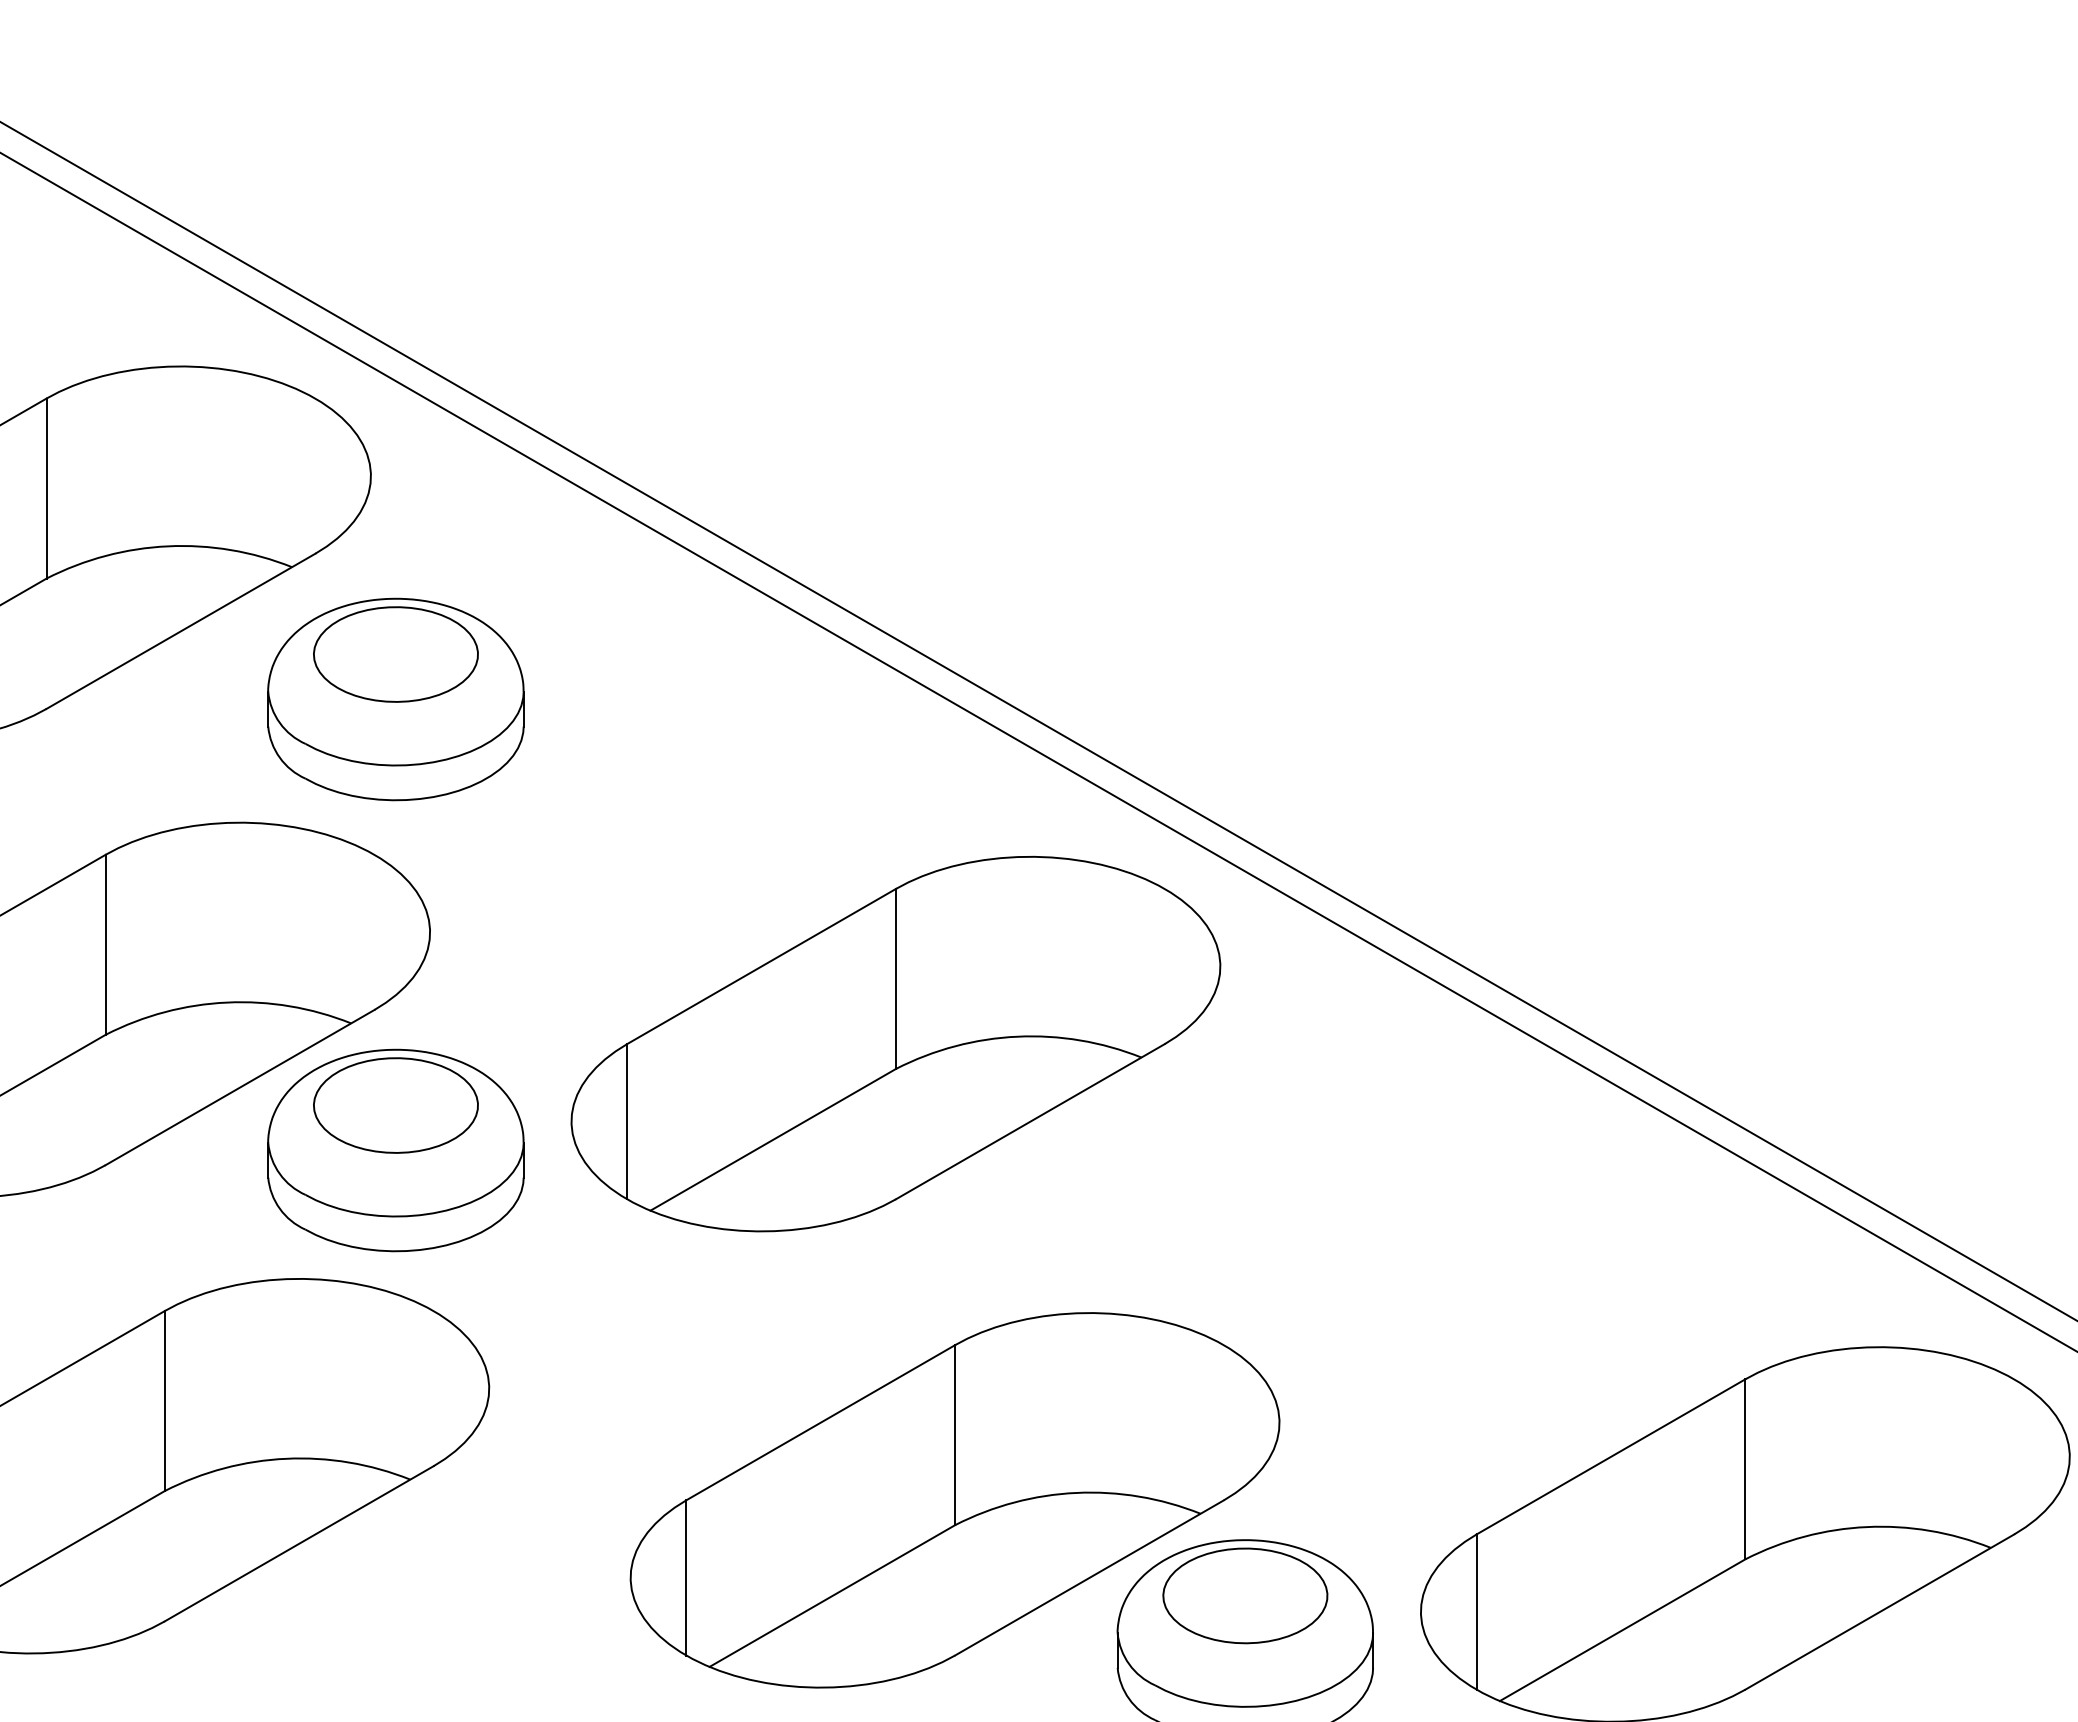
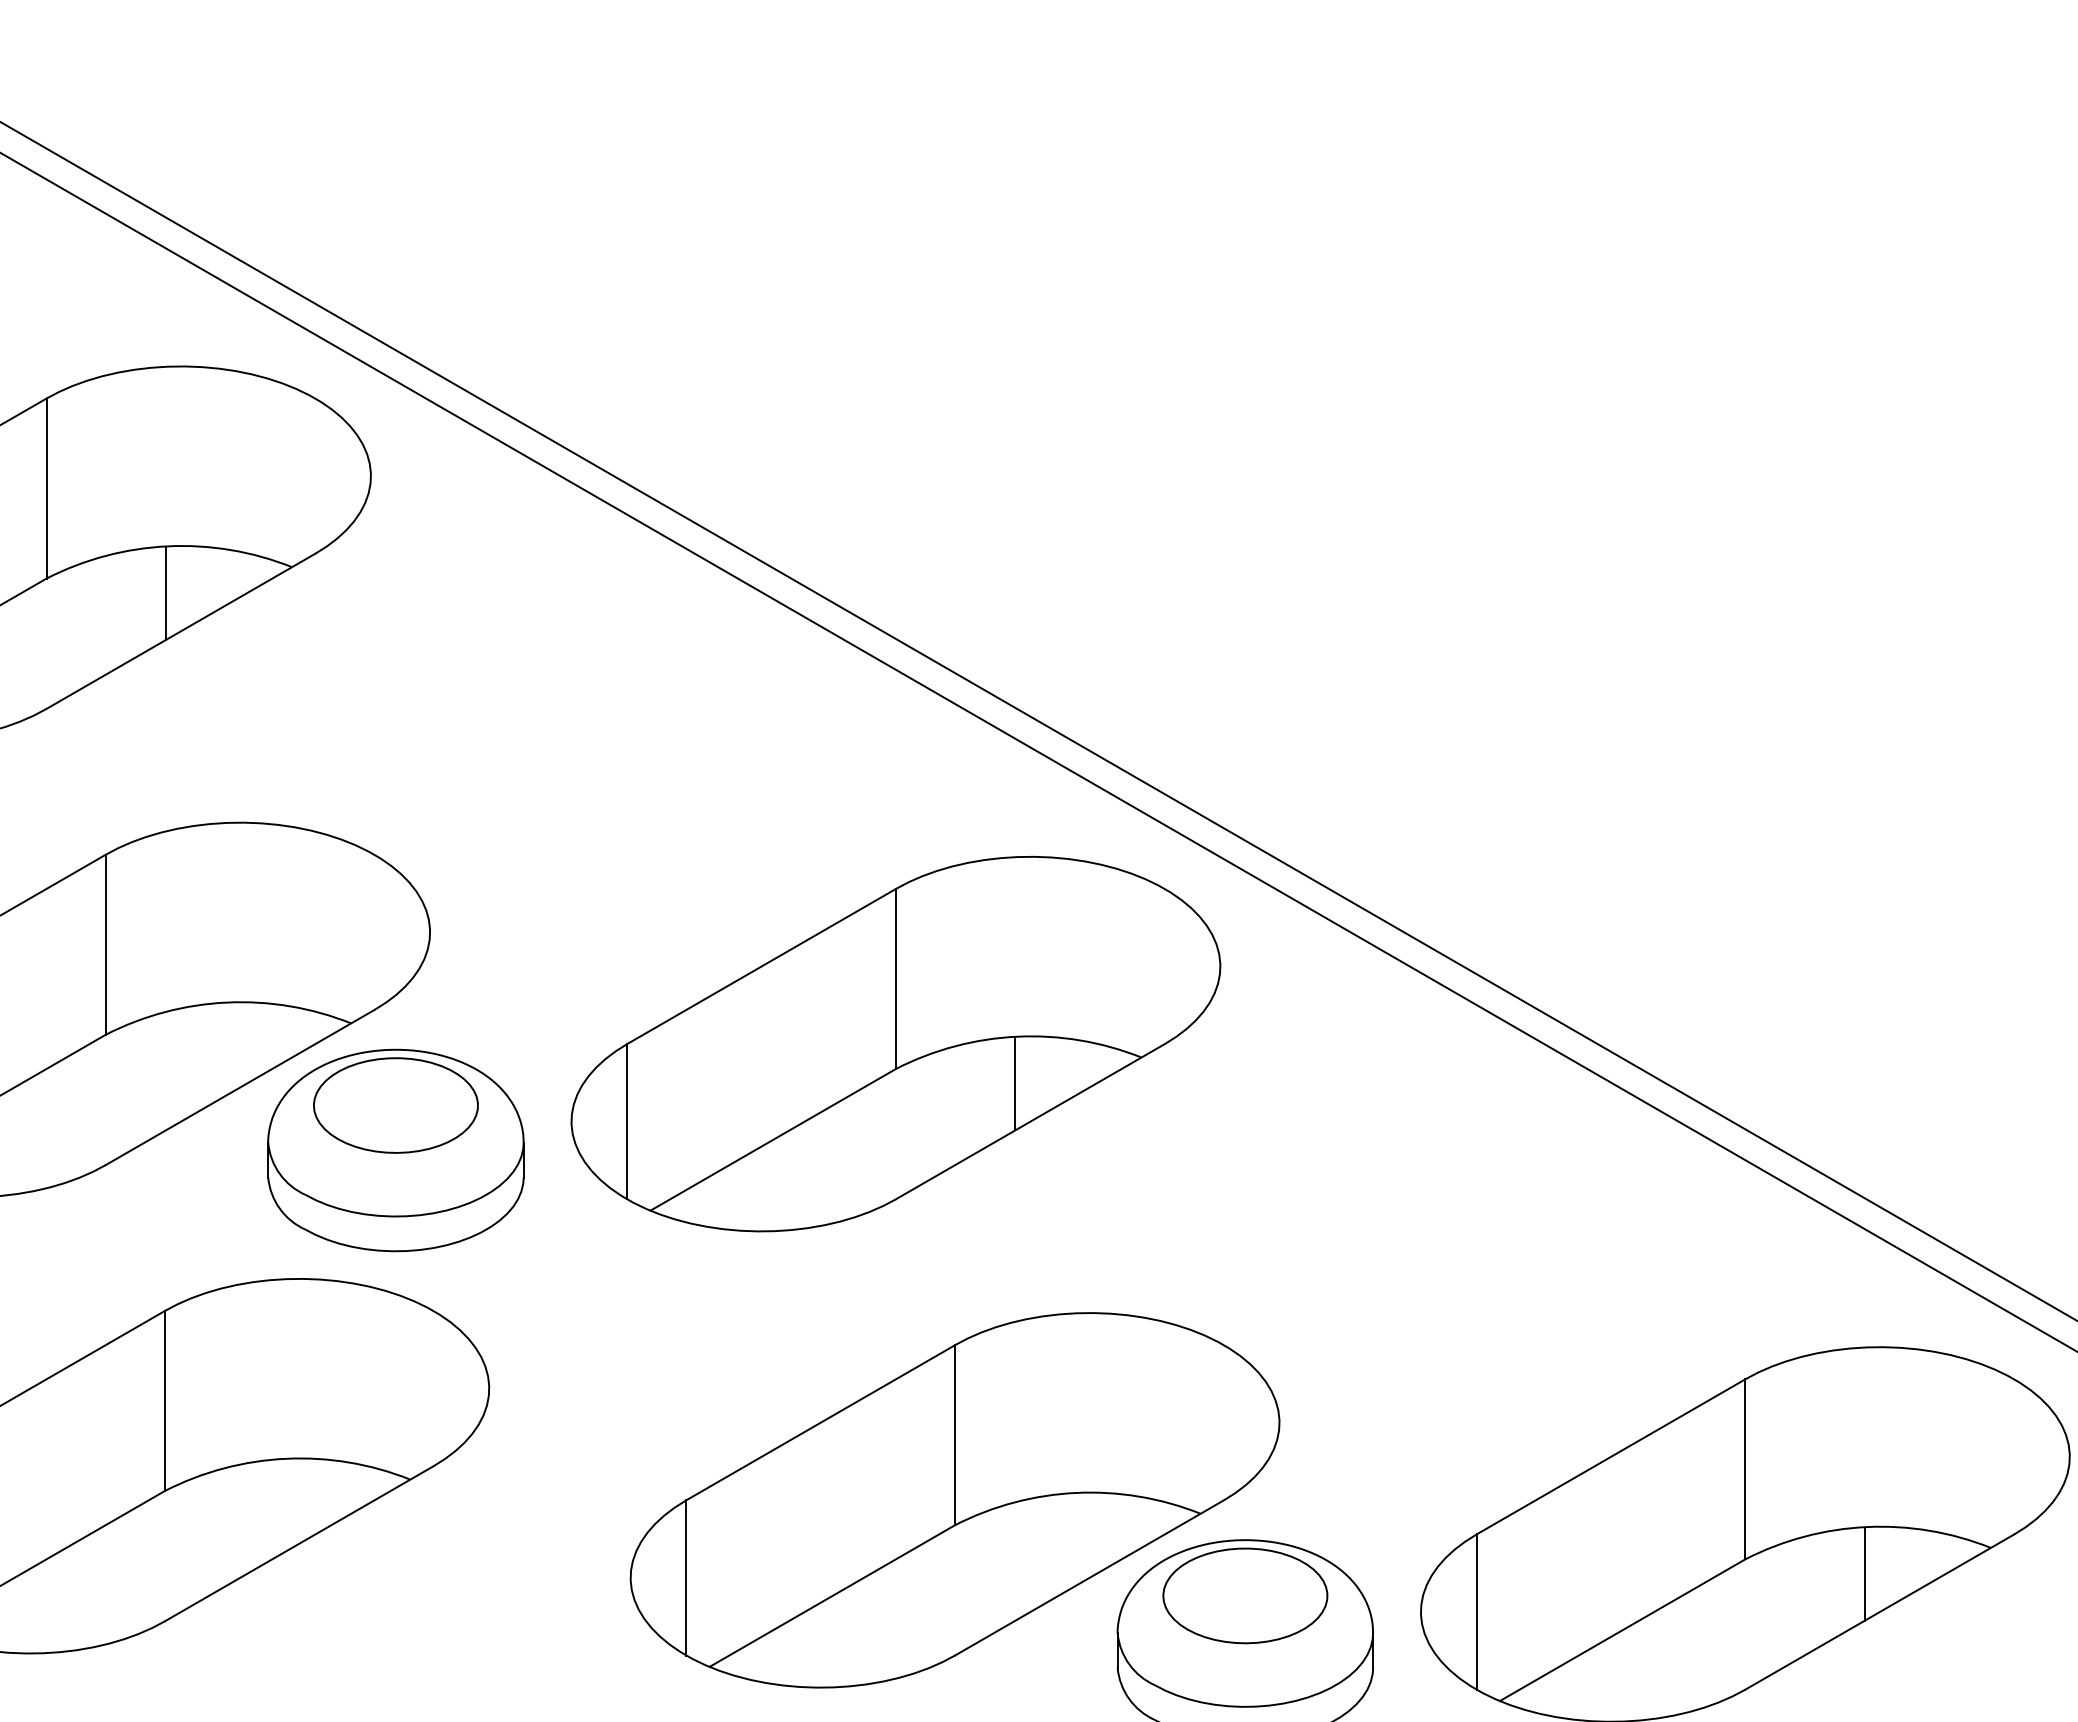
line at (166, 592): none -> present
part at (395, 699): present -> none
line at (1015, 1083): none -> present
line at (1864, 1573): none -> present
